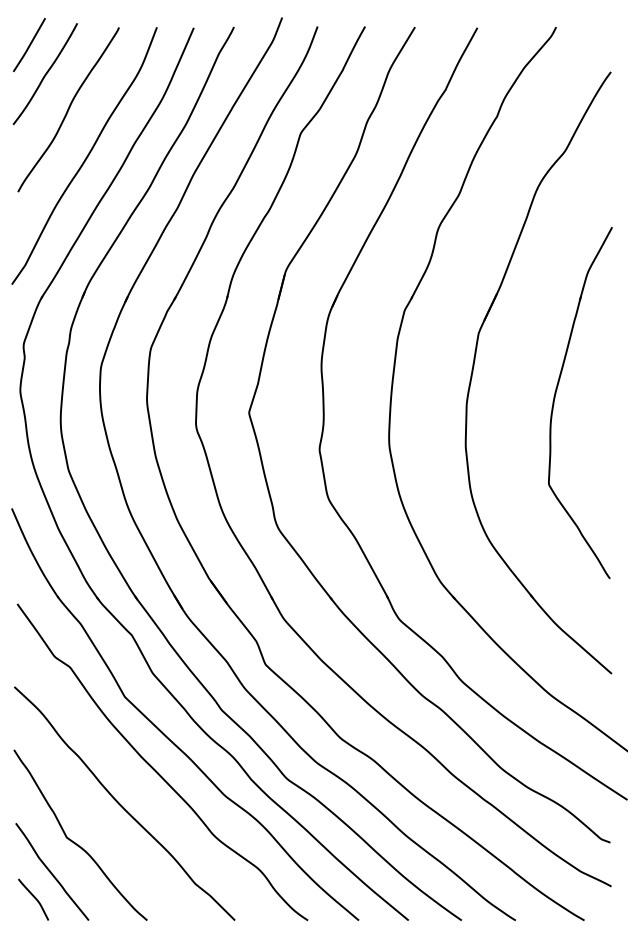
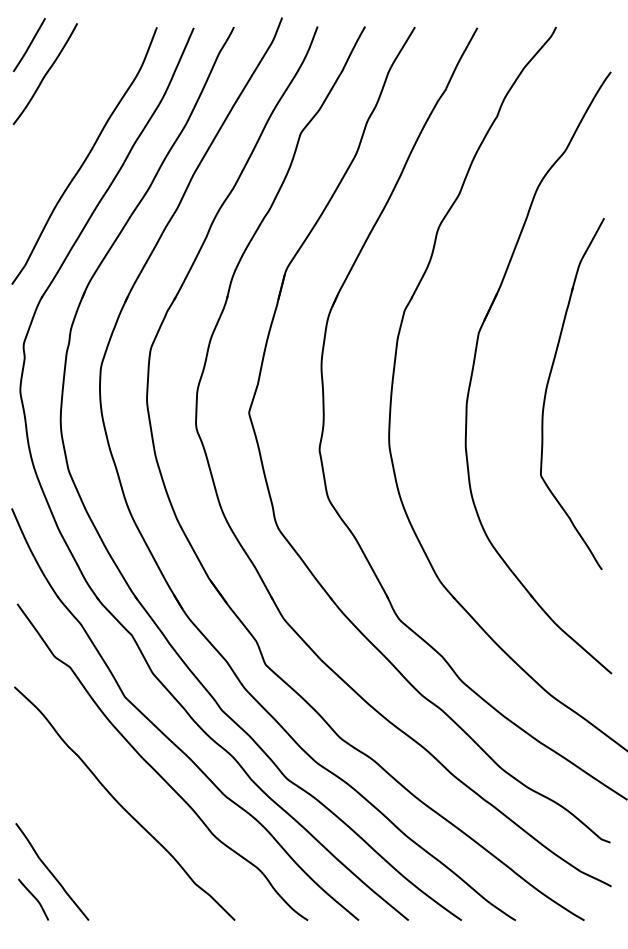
curve at (68, 109): present -> none
part at (555, 398) position: (555, 398) -> (547, 389)
curve at (74, 841): present -> none
